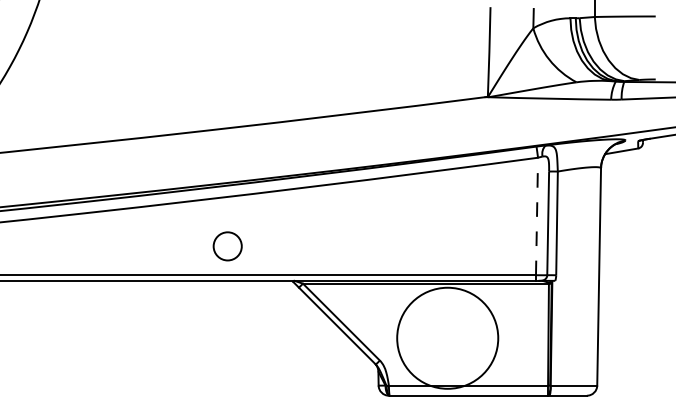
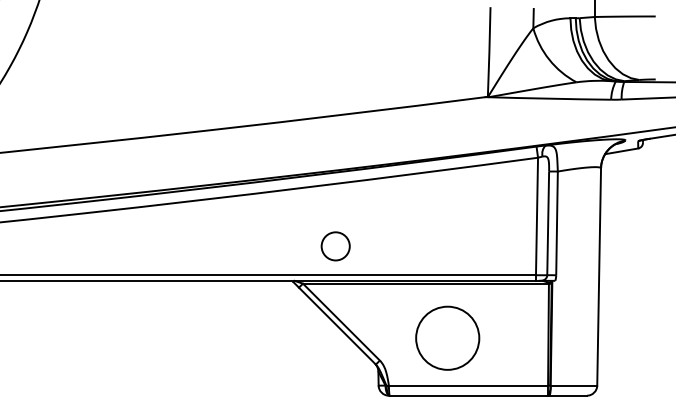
line at (537, 216): dashed -> solid
circle at (227, 246) position: (227, 246) -> (335, 246)
circle at (447, 337) diameter: 101 px -> 63 px
